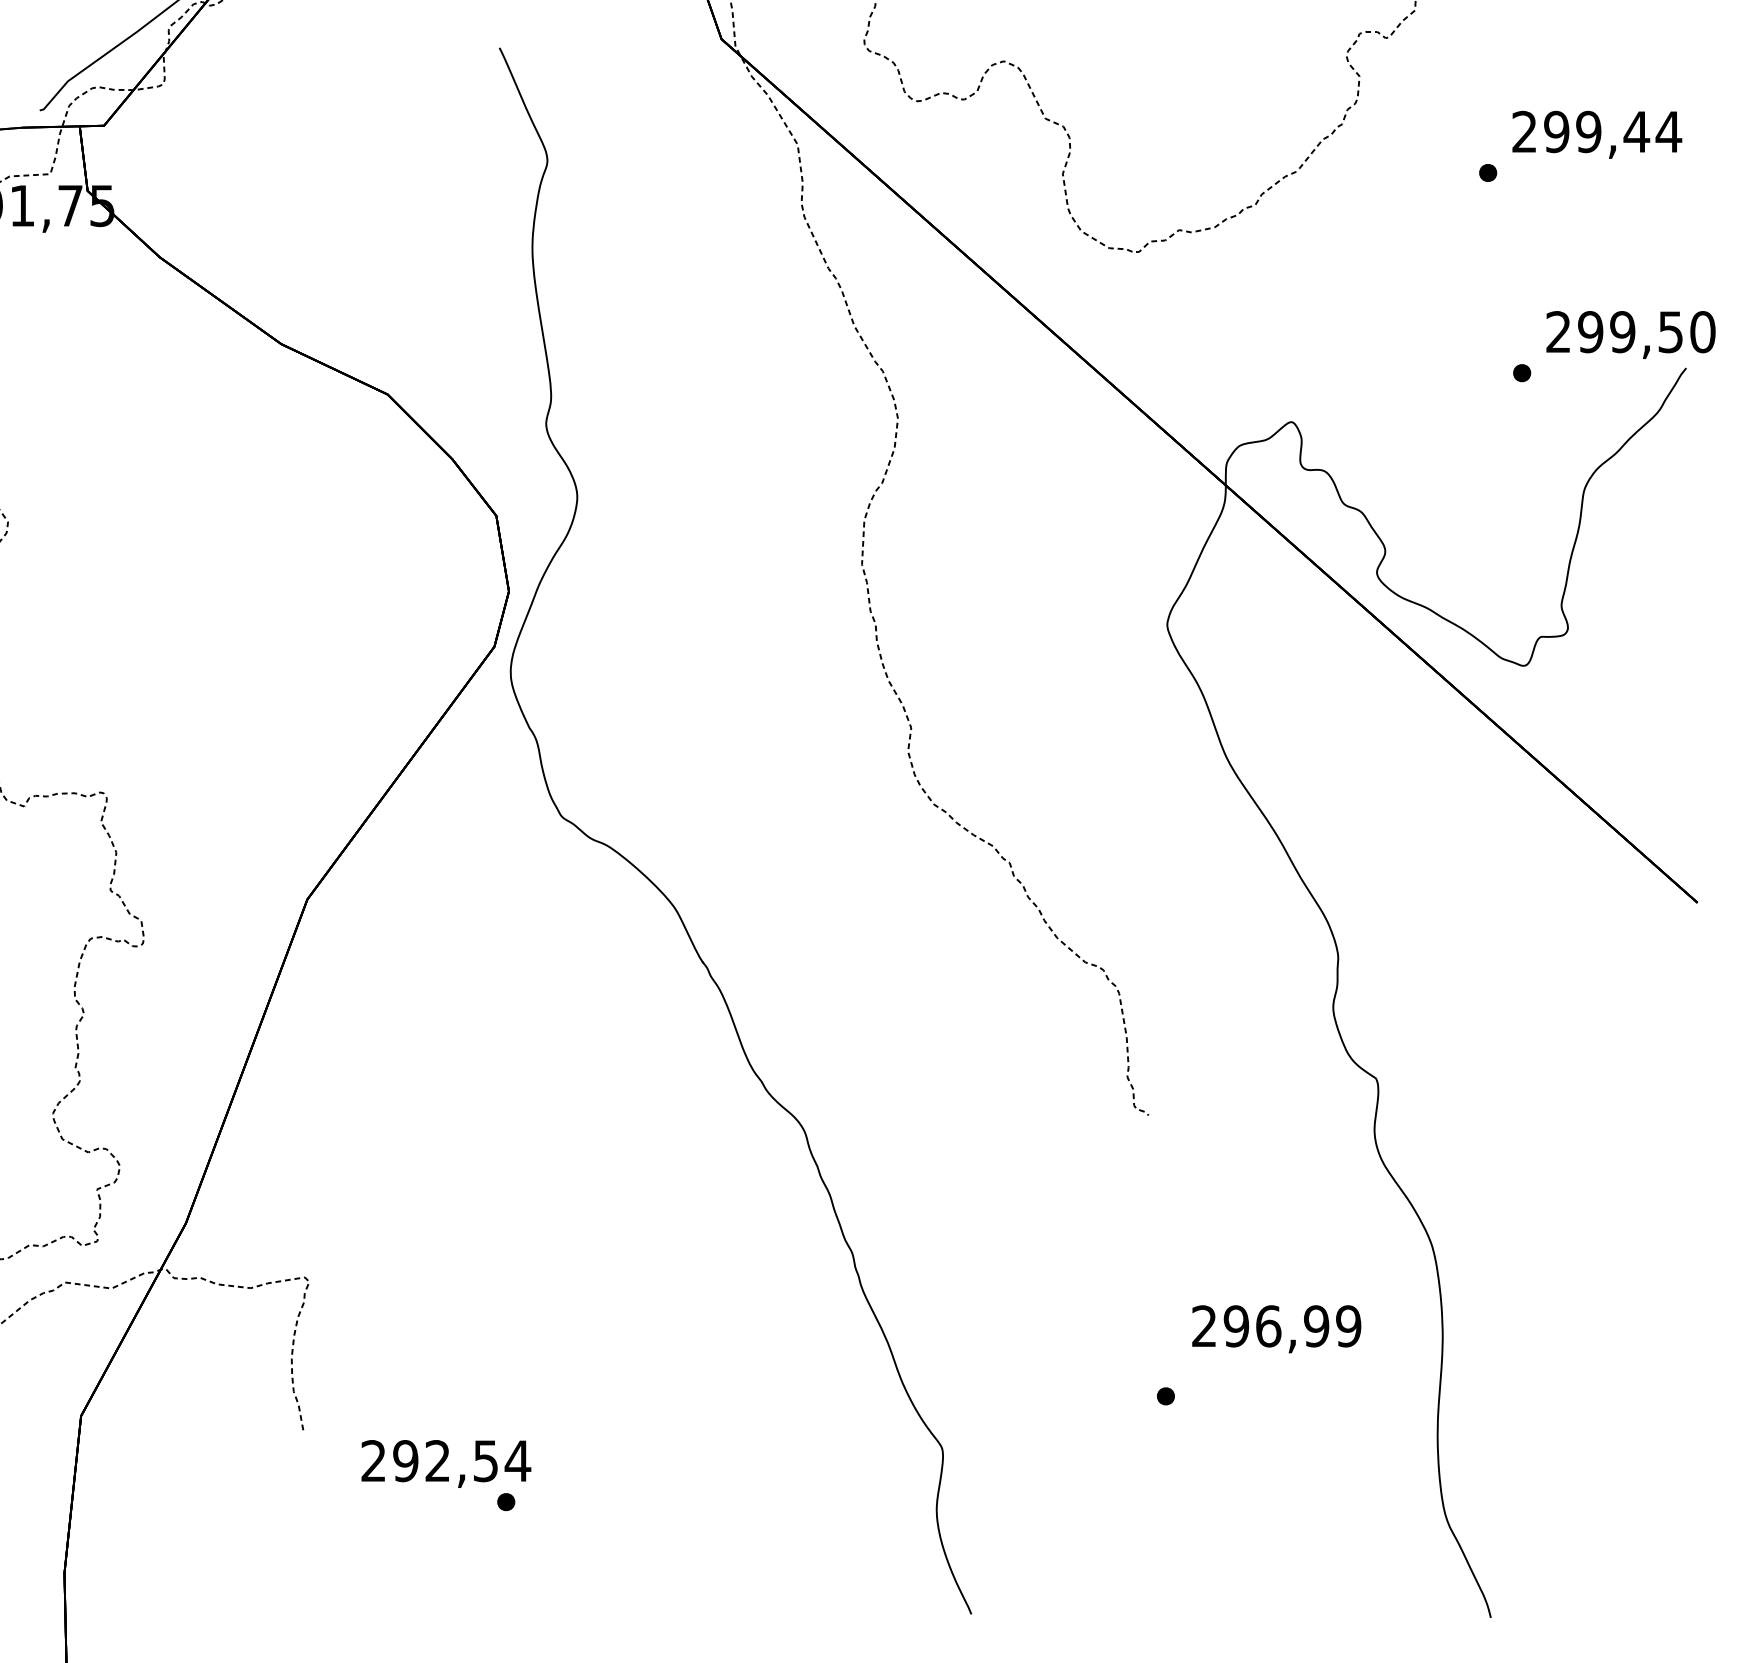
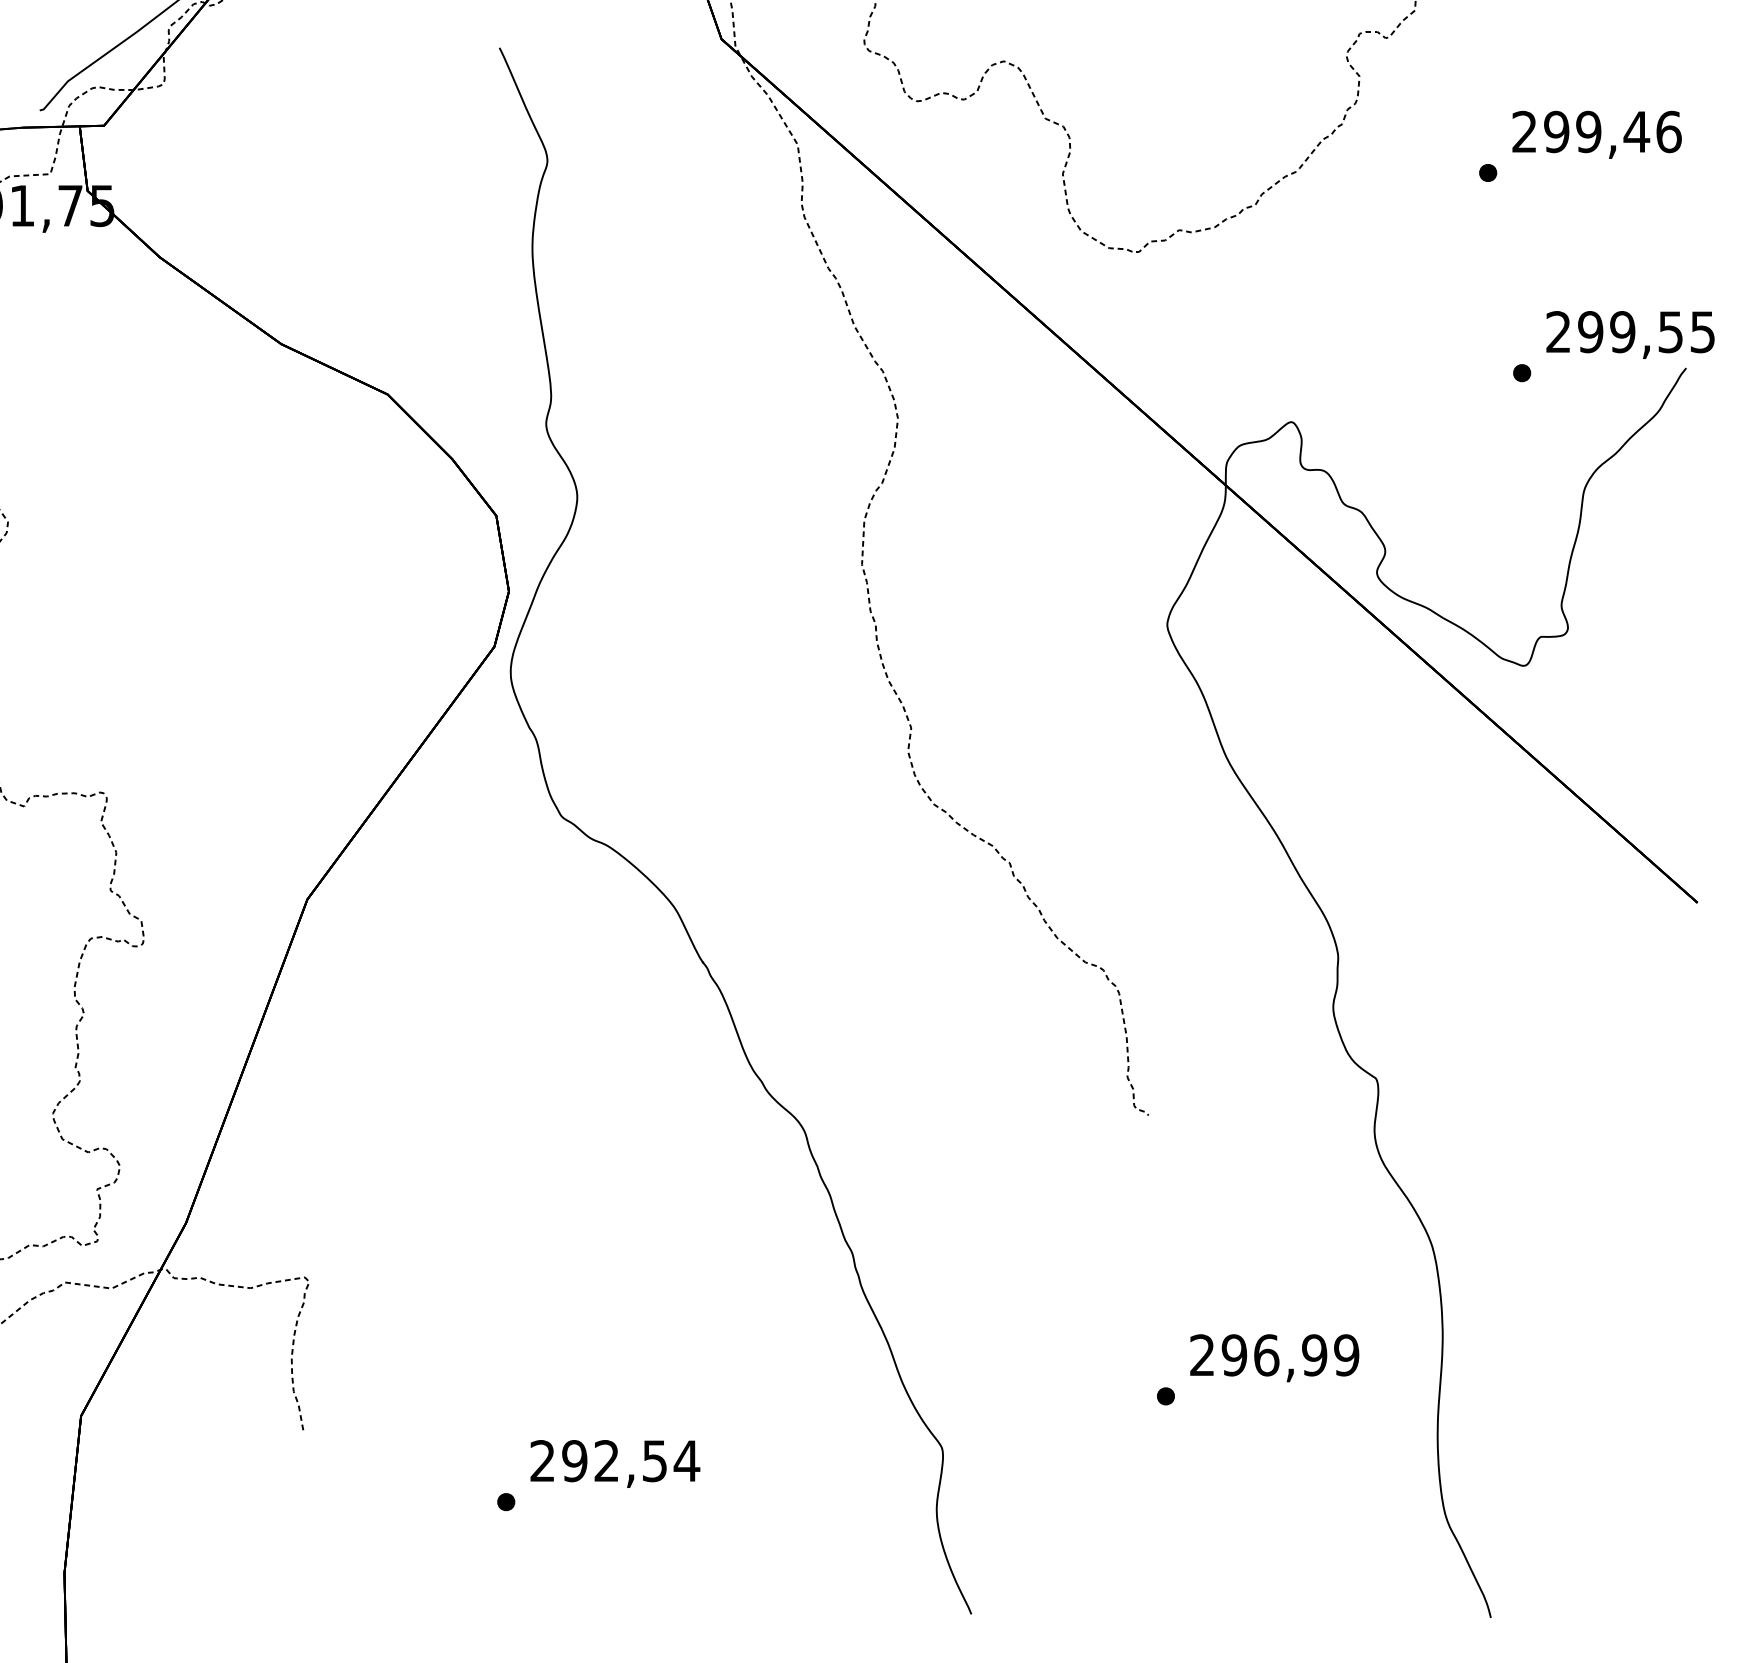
text at (1668, 131): 299,44 -> 299,46
text at (1702, 332): 299,50 -> 299,55
text at (1276, 1329) position: (1276, 1329) -> (1274, 1358)
text at (446, 1463) position: (446, 1463) -> (615, 1463)
